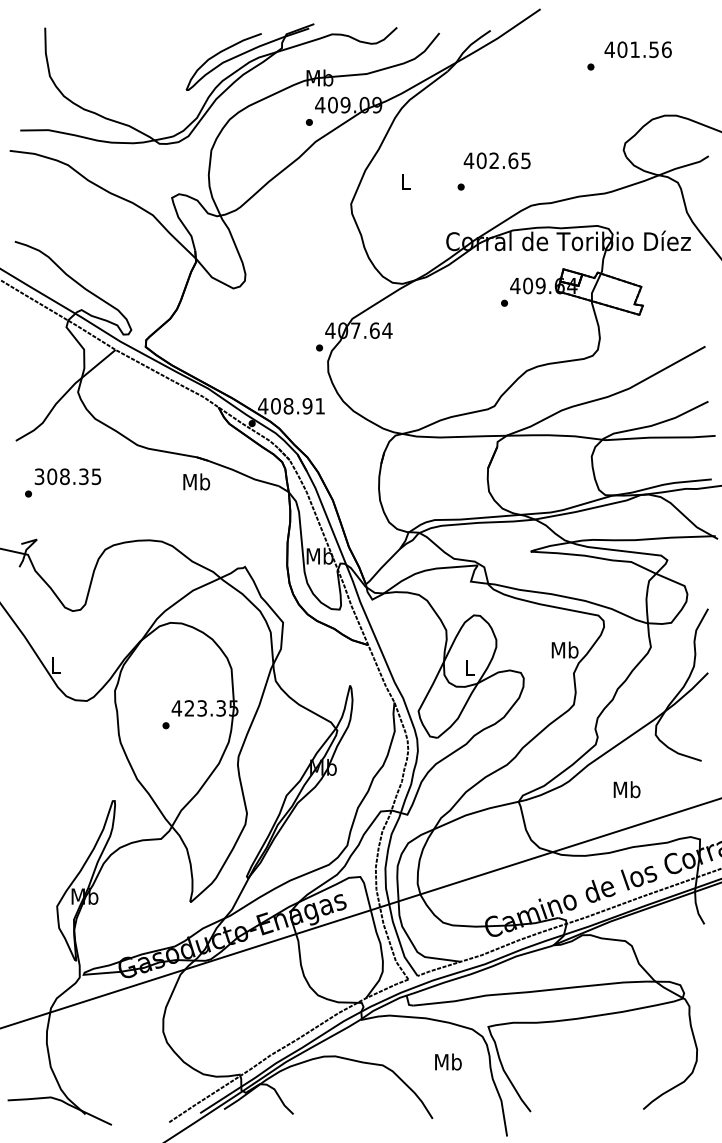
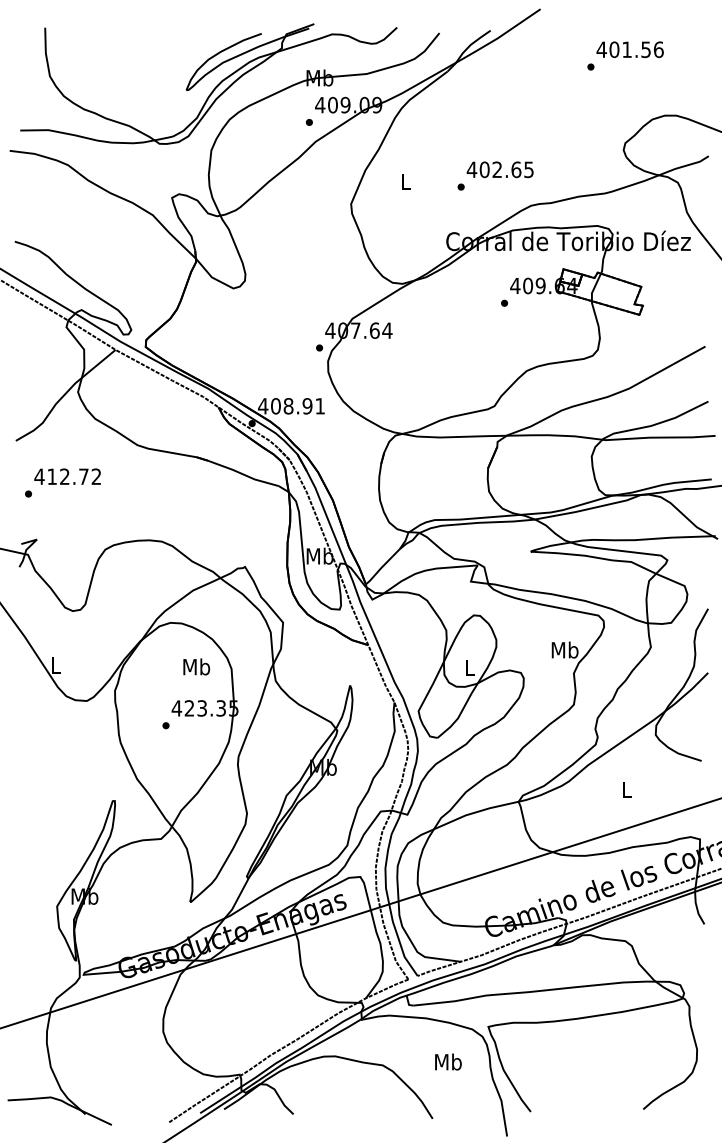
text at (637, 49) position: (637, 49) -> (629, 49)
text at (496, 160) position: (496, 160) -> (499, 169)
text at (67, 476): 308.35 -> 412.72
text at (196, 481) position: (196, 481) -> (196, 666)
text at (626, 789): Mb -> L
